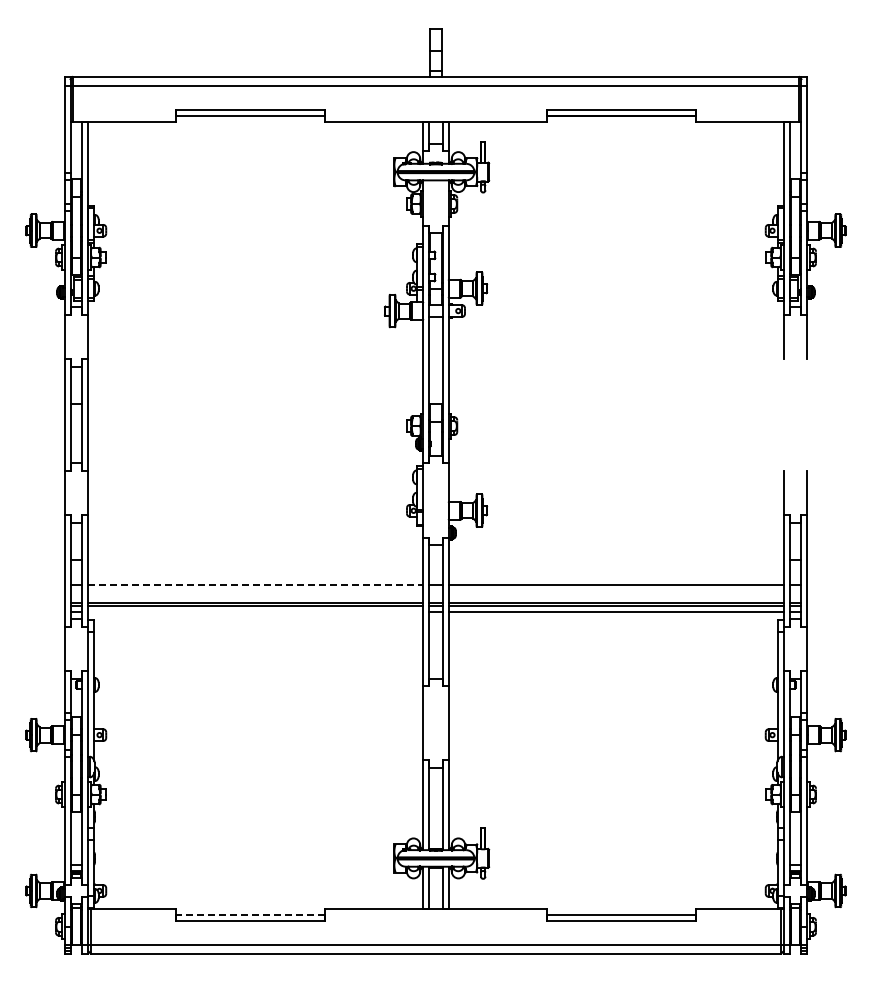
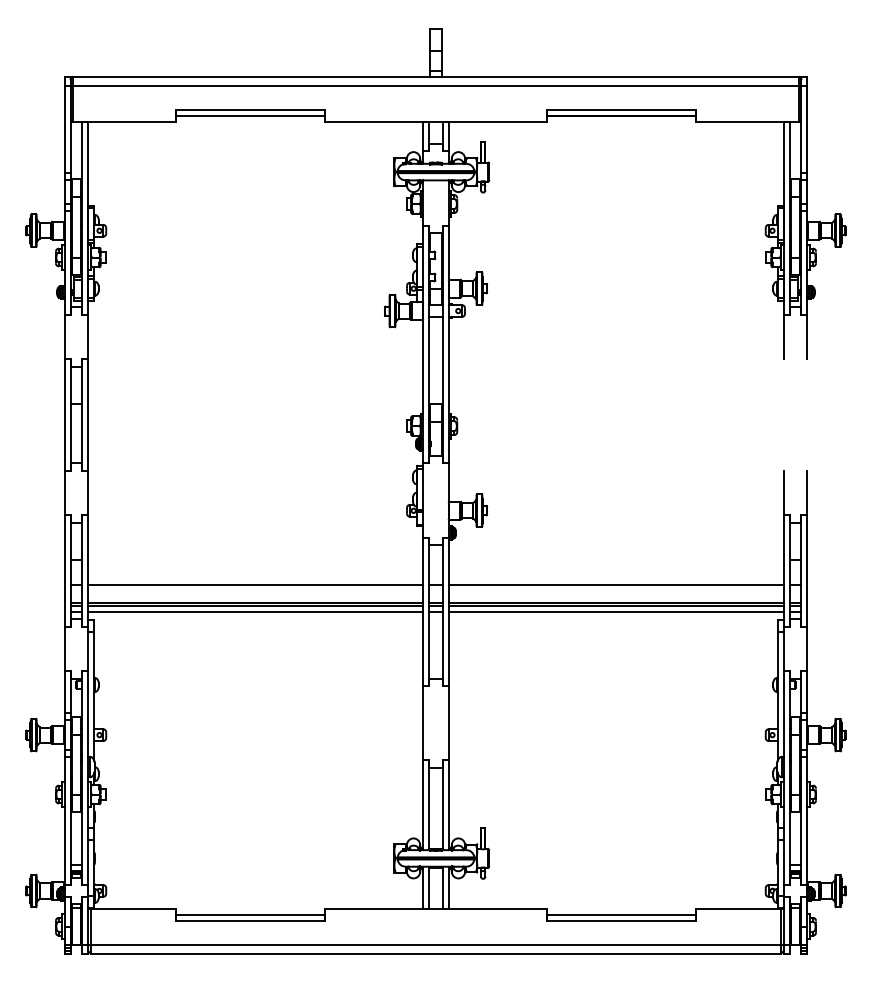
line at (256, 585): dashed -> solid
line at (255, 611): none -> present
line at (249, 914): dashed -> solid
